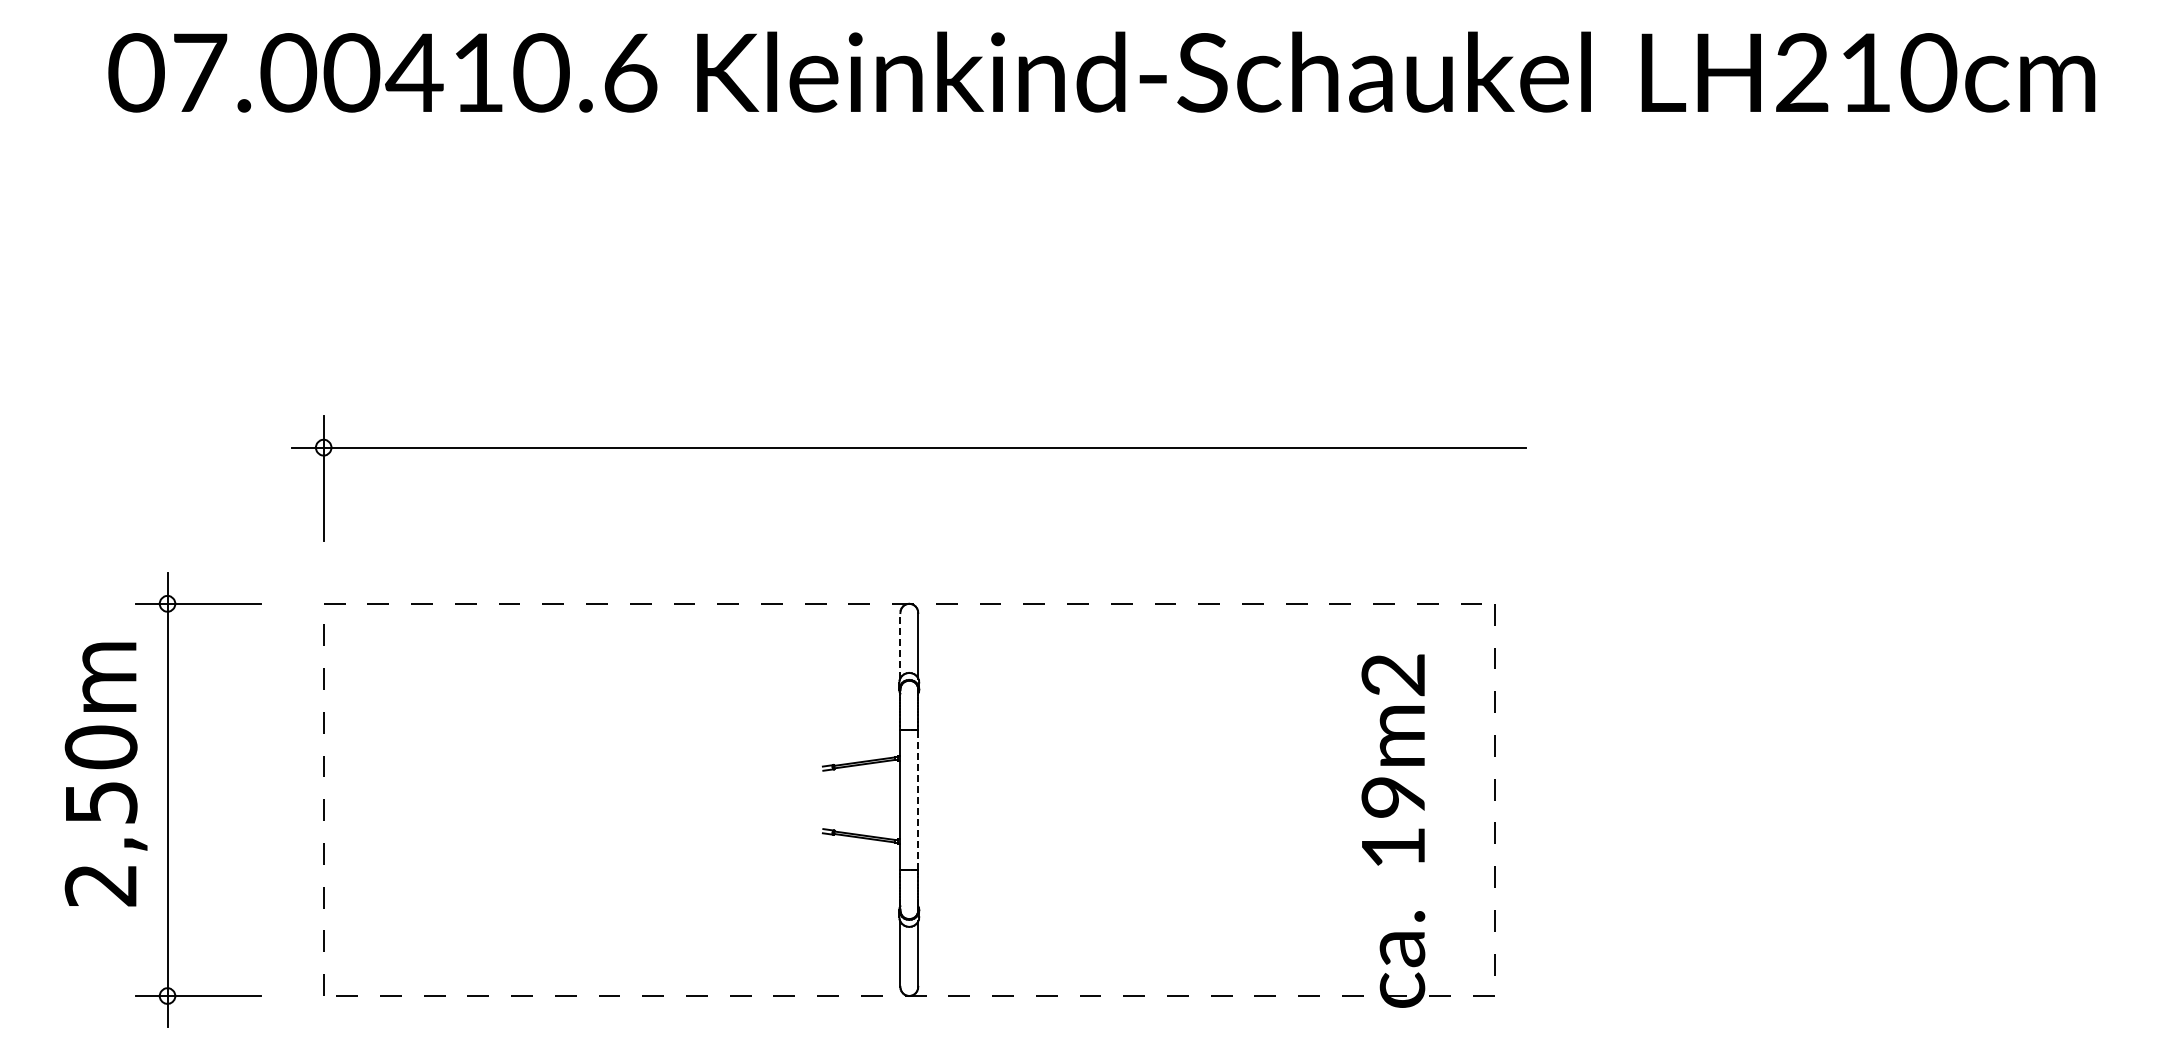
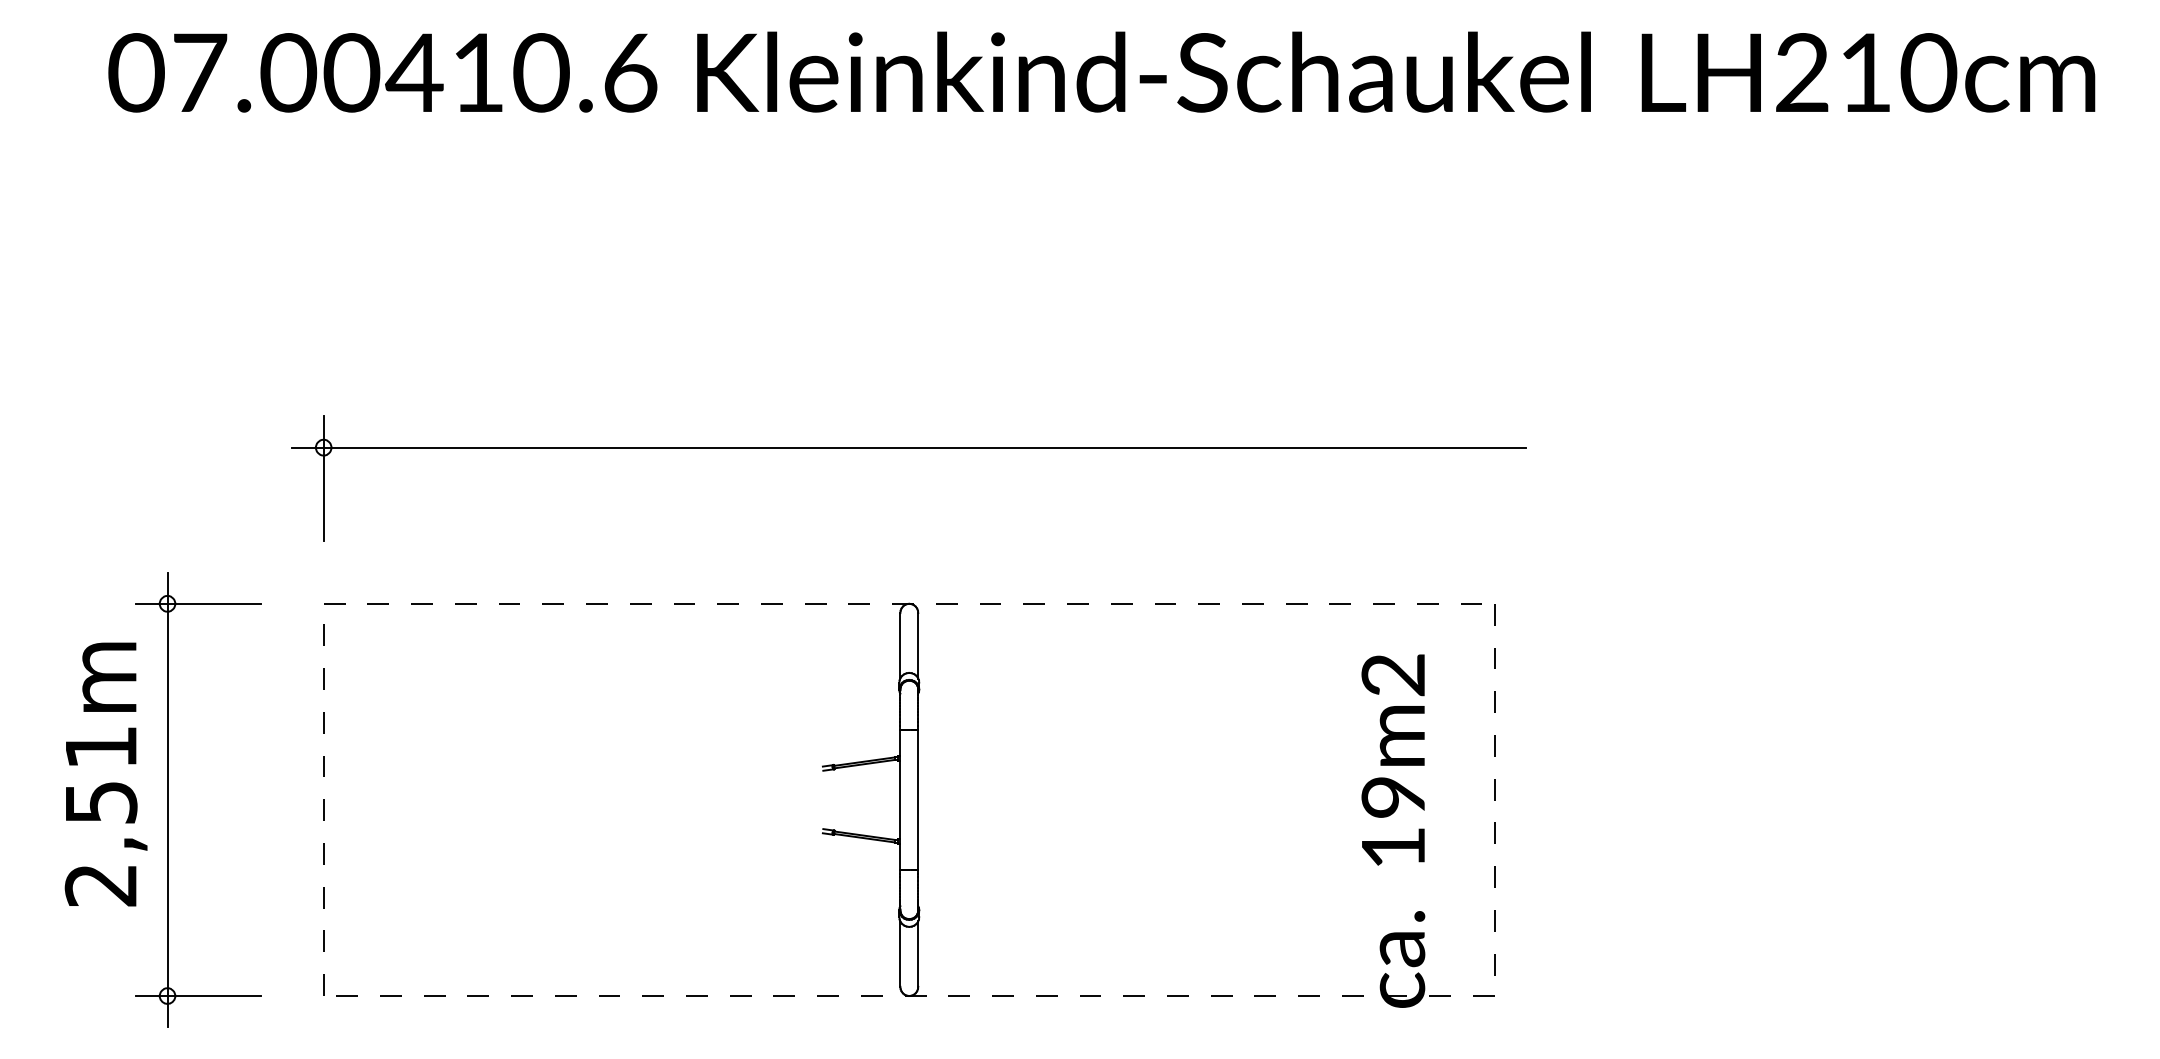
line at (900, 645): dashed -> solid
text at (100, 747): 2,50m -> 2,51m
line at (918, 799): dashed -> solid
